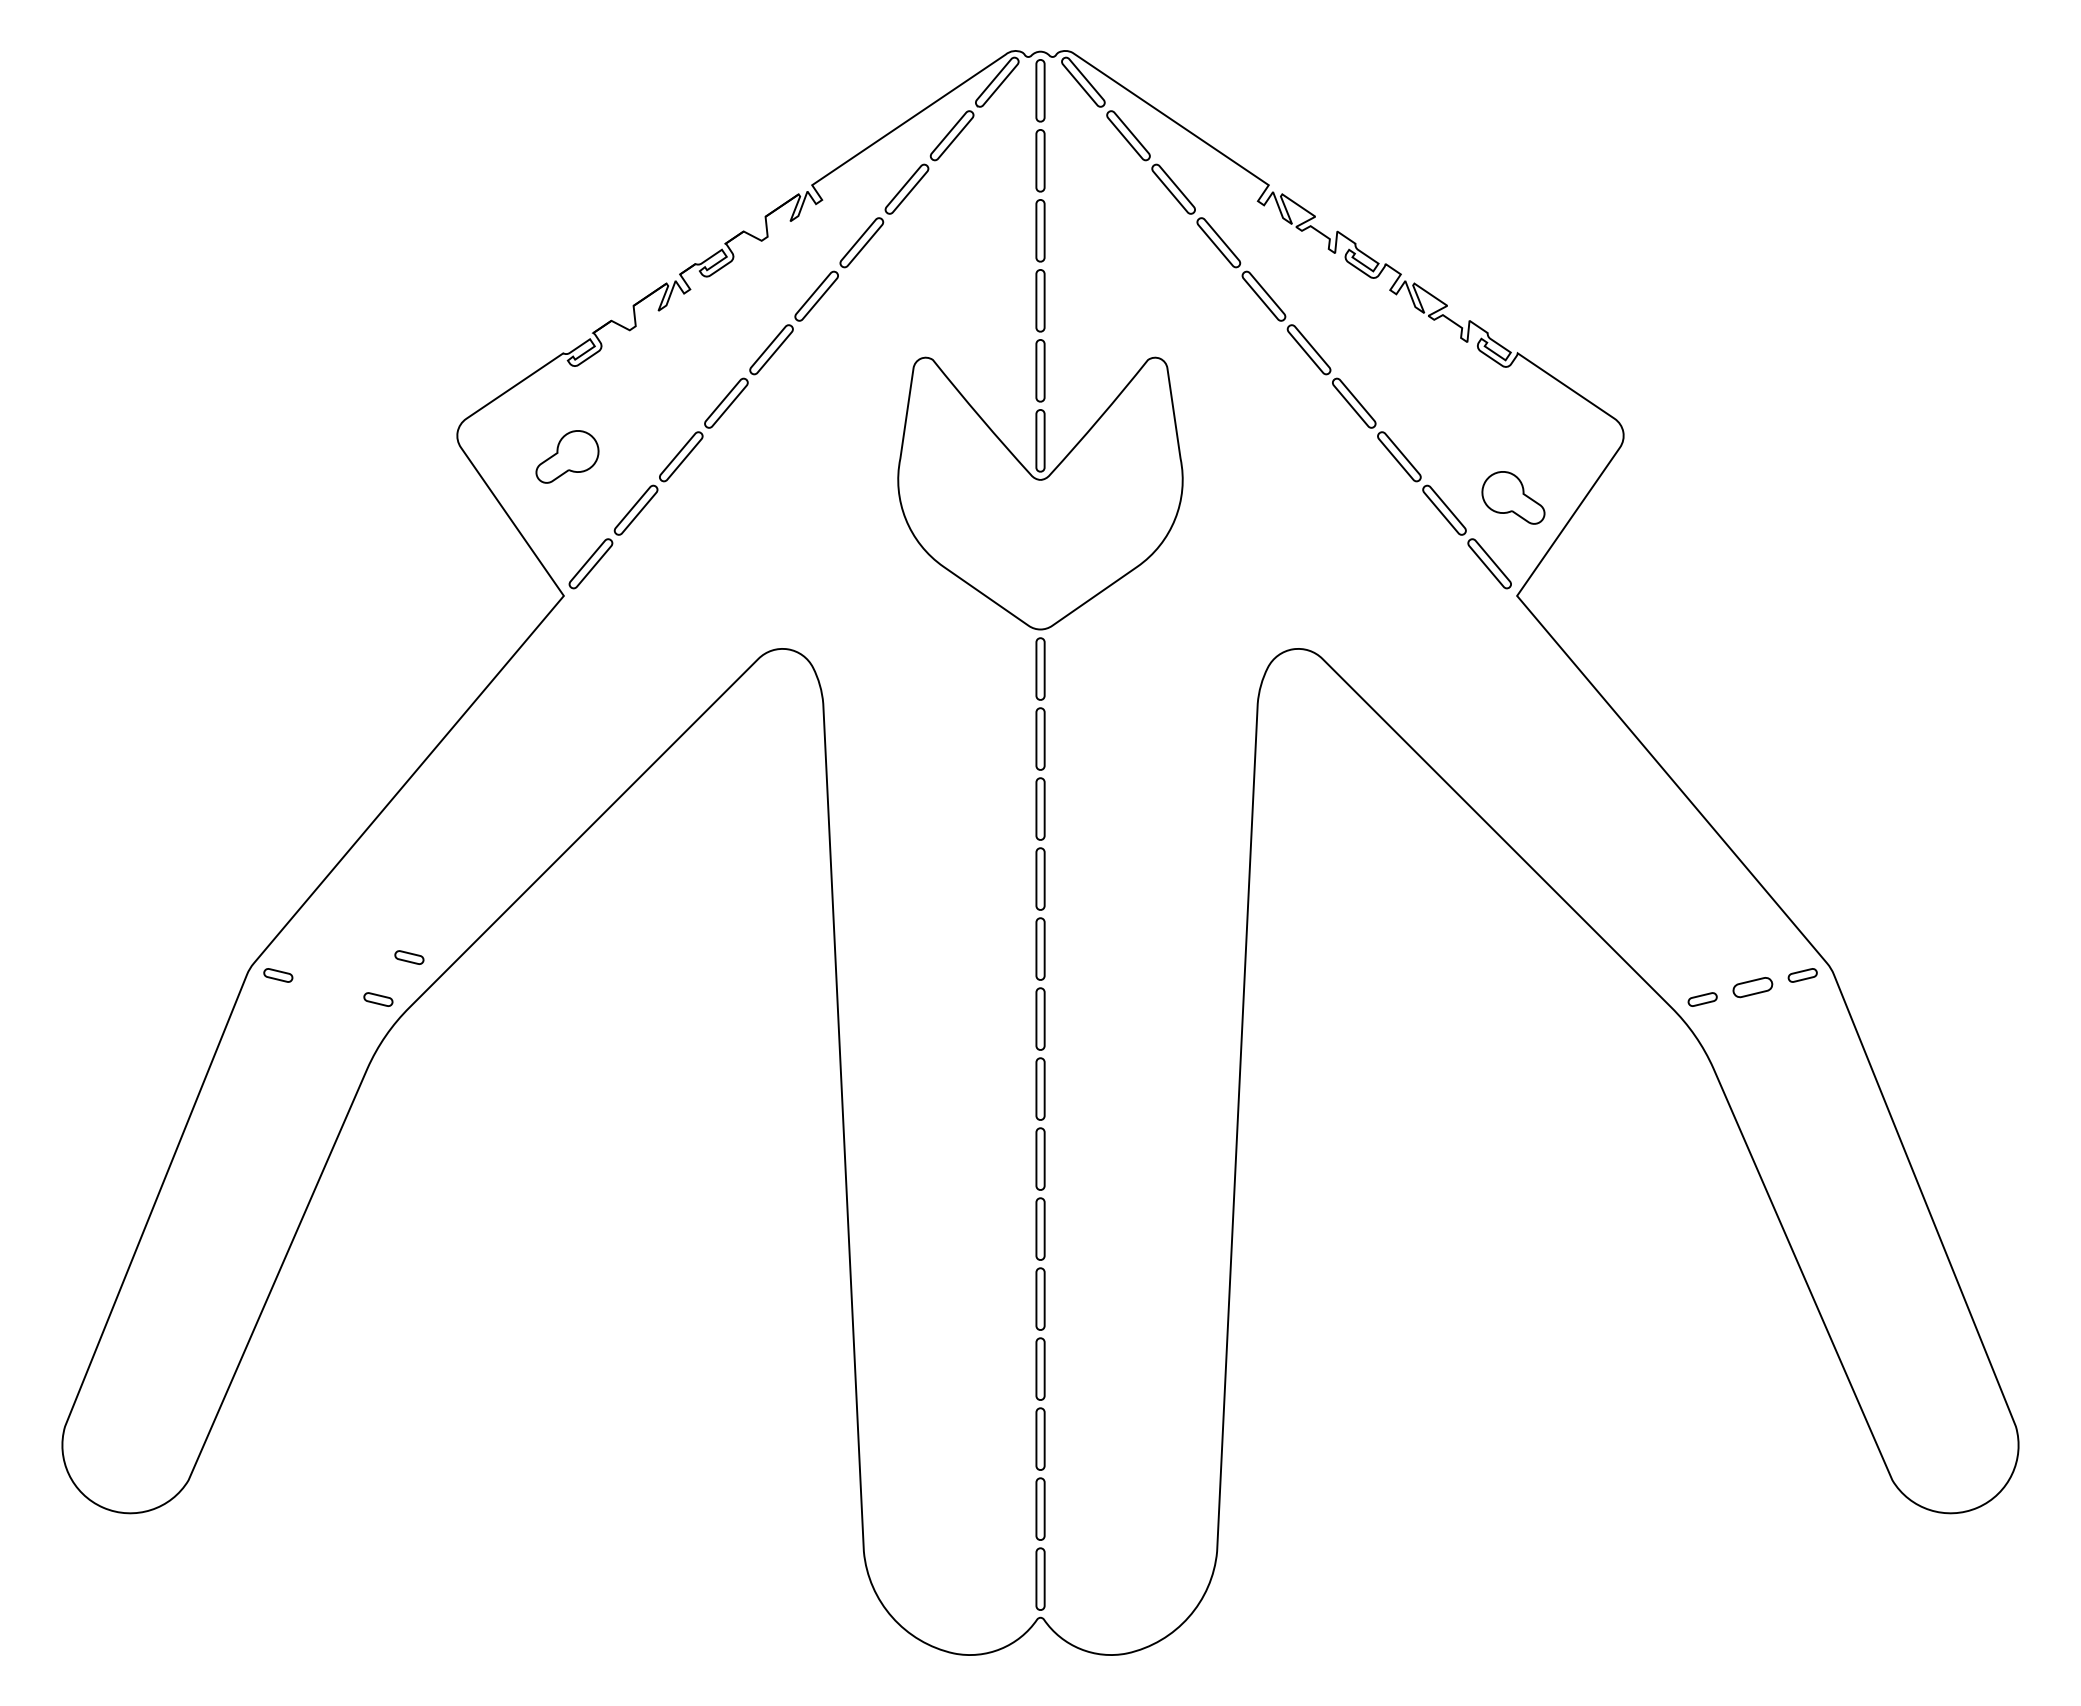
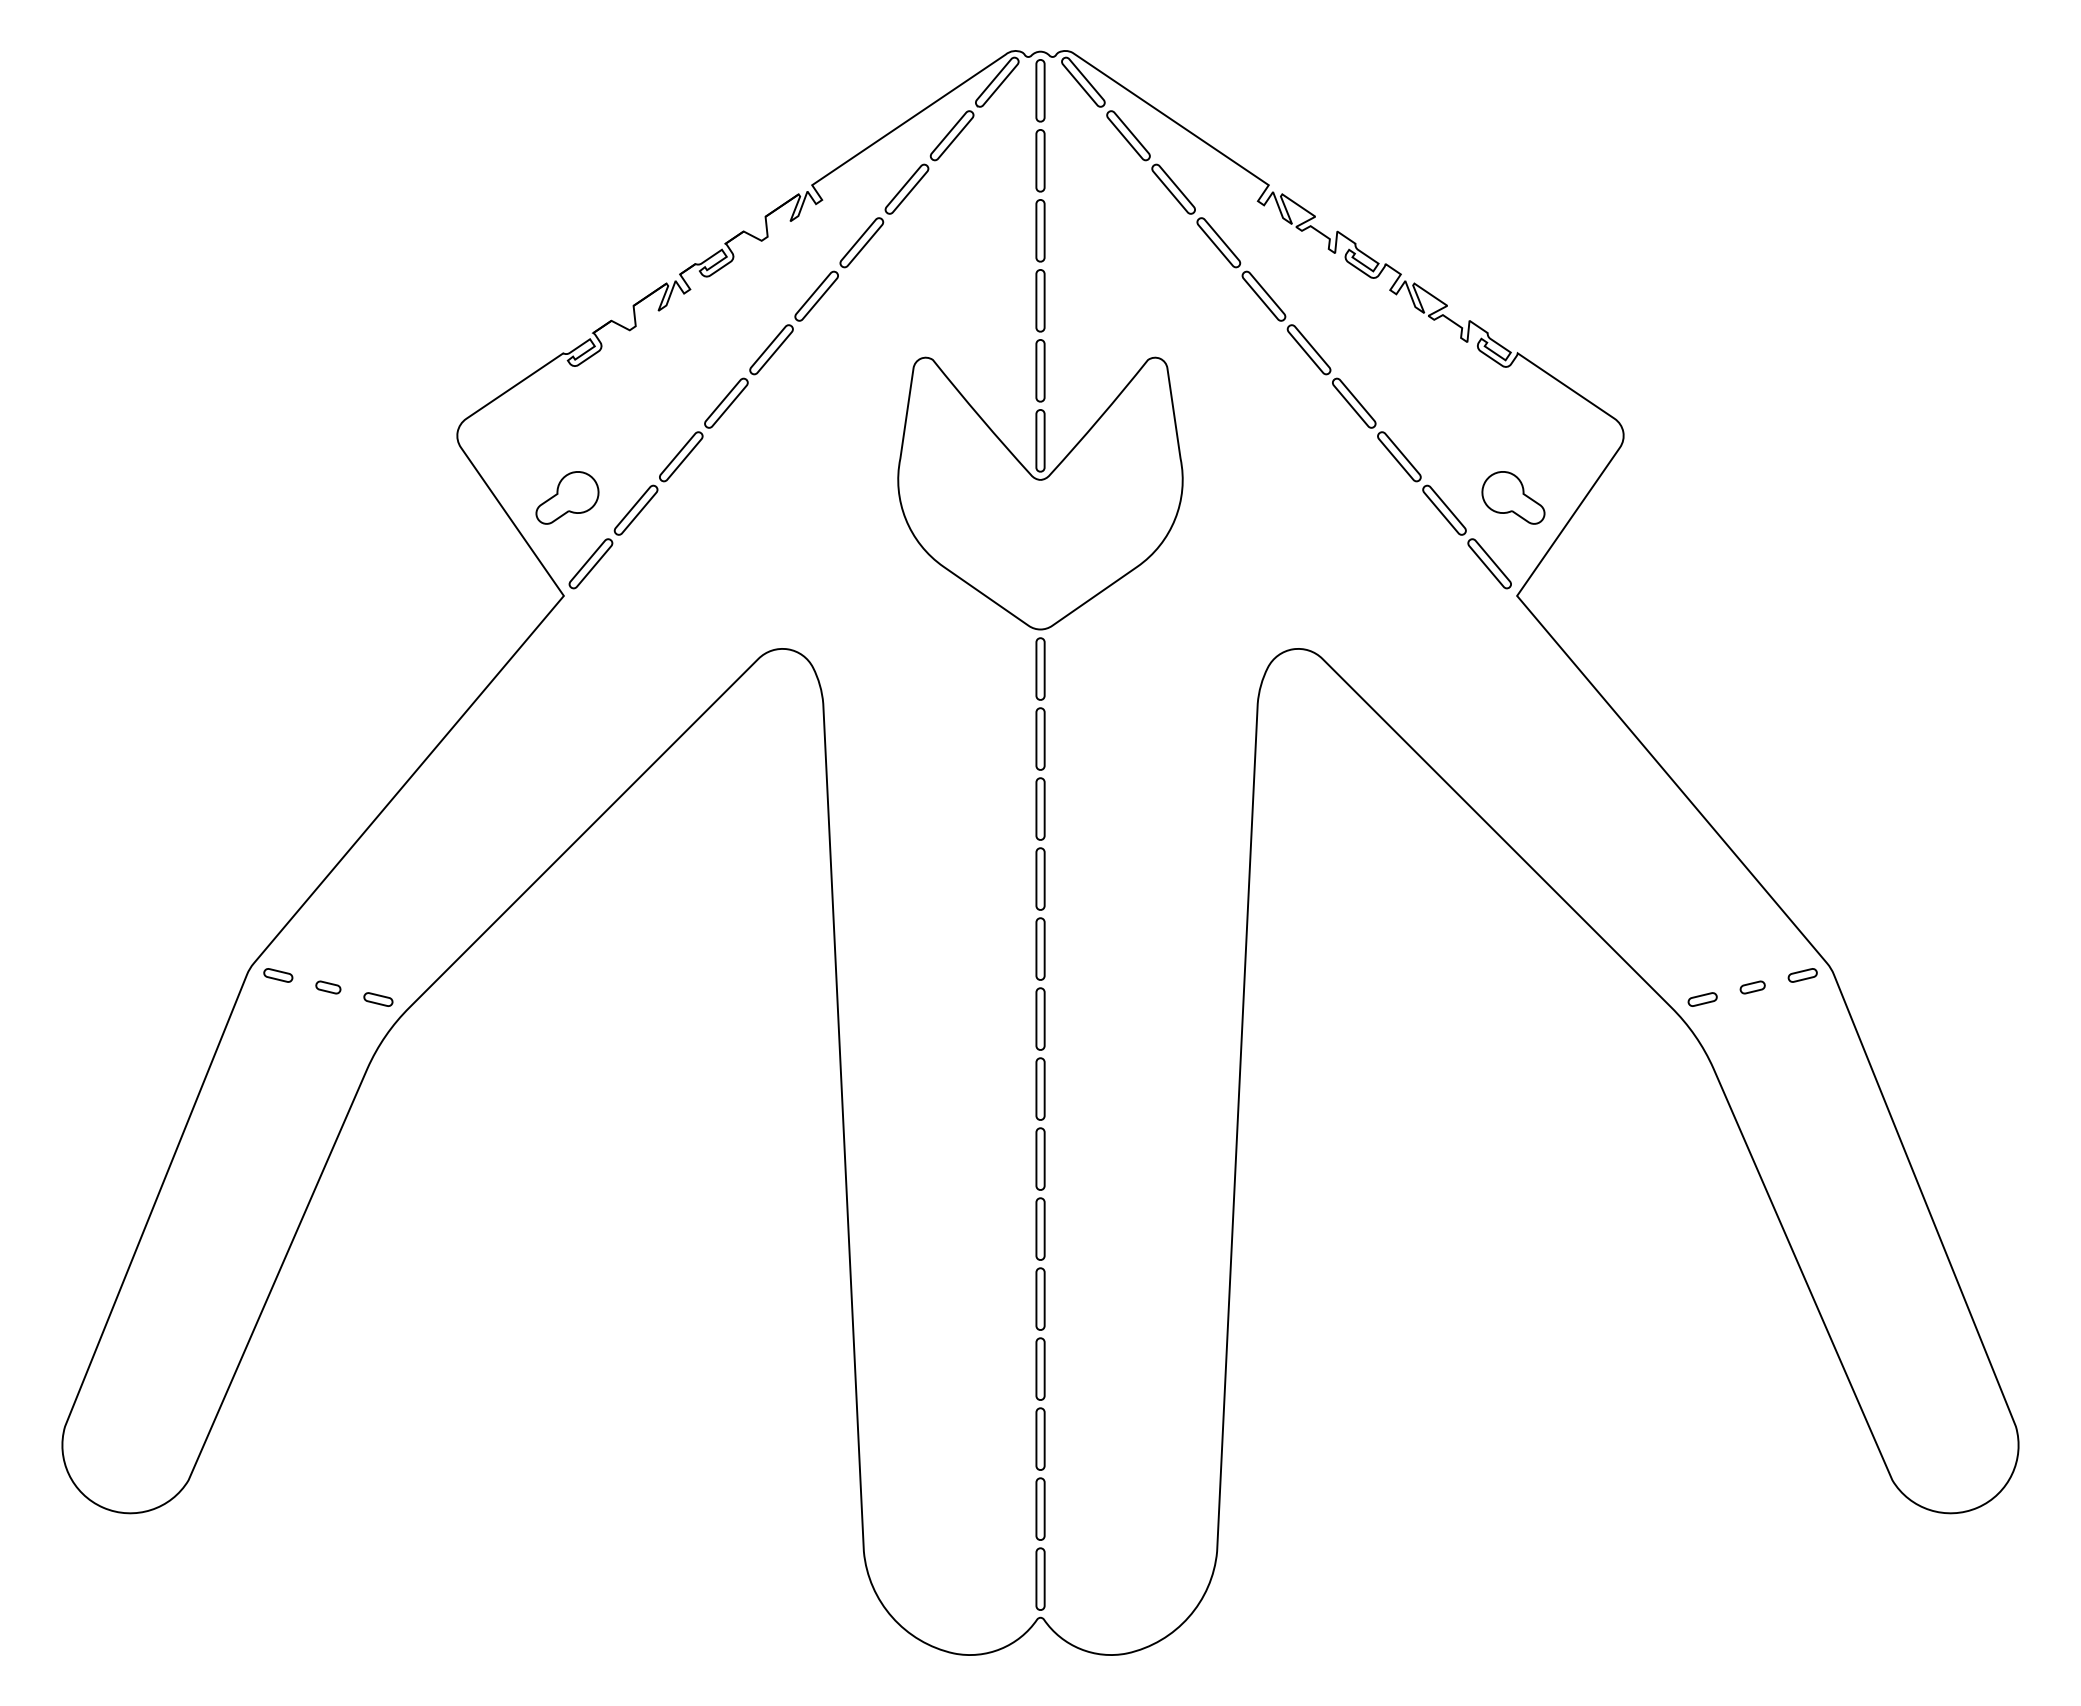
part at (567, 456) position: (567, 456) -> (567, 497)
part at (409, 957): present -> none
part at (328, 987): none -> present
part at (1752, 987) size: 42x22 px -> 27x15 px
